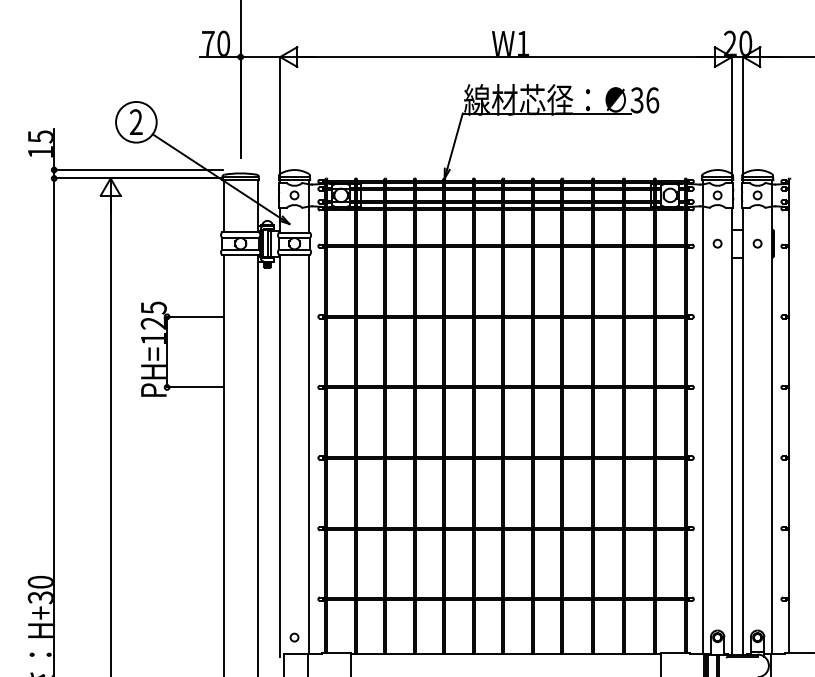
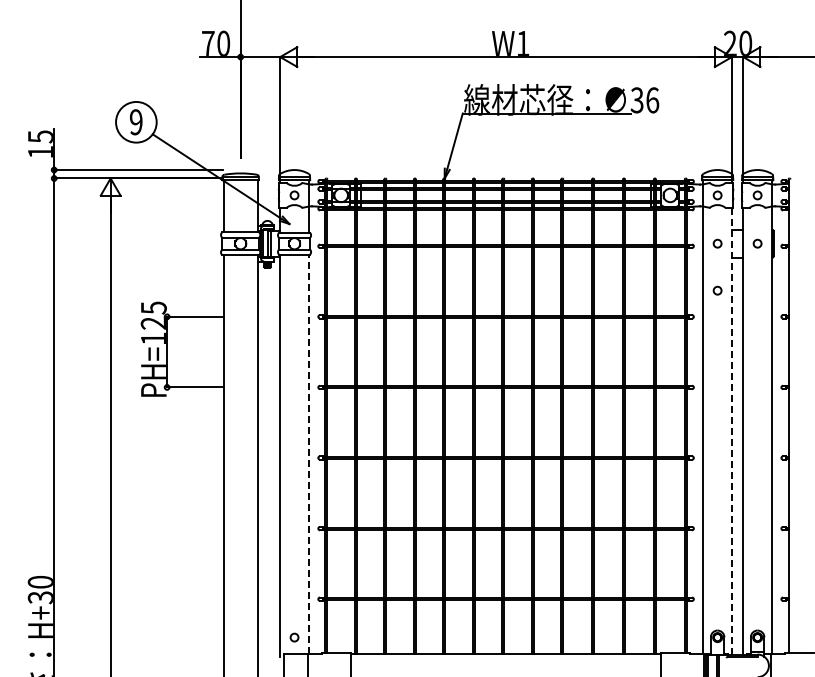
text at (135, 122): 2 -> 9
circle at (717, 290): none -> present
line at (731, 430): solid -> dashed
line at (308, 454): solid -> dashed
